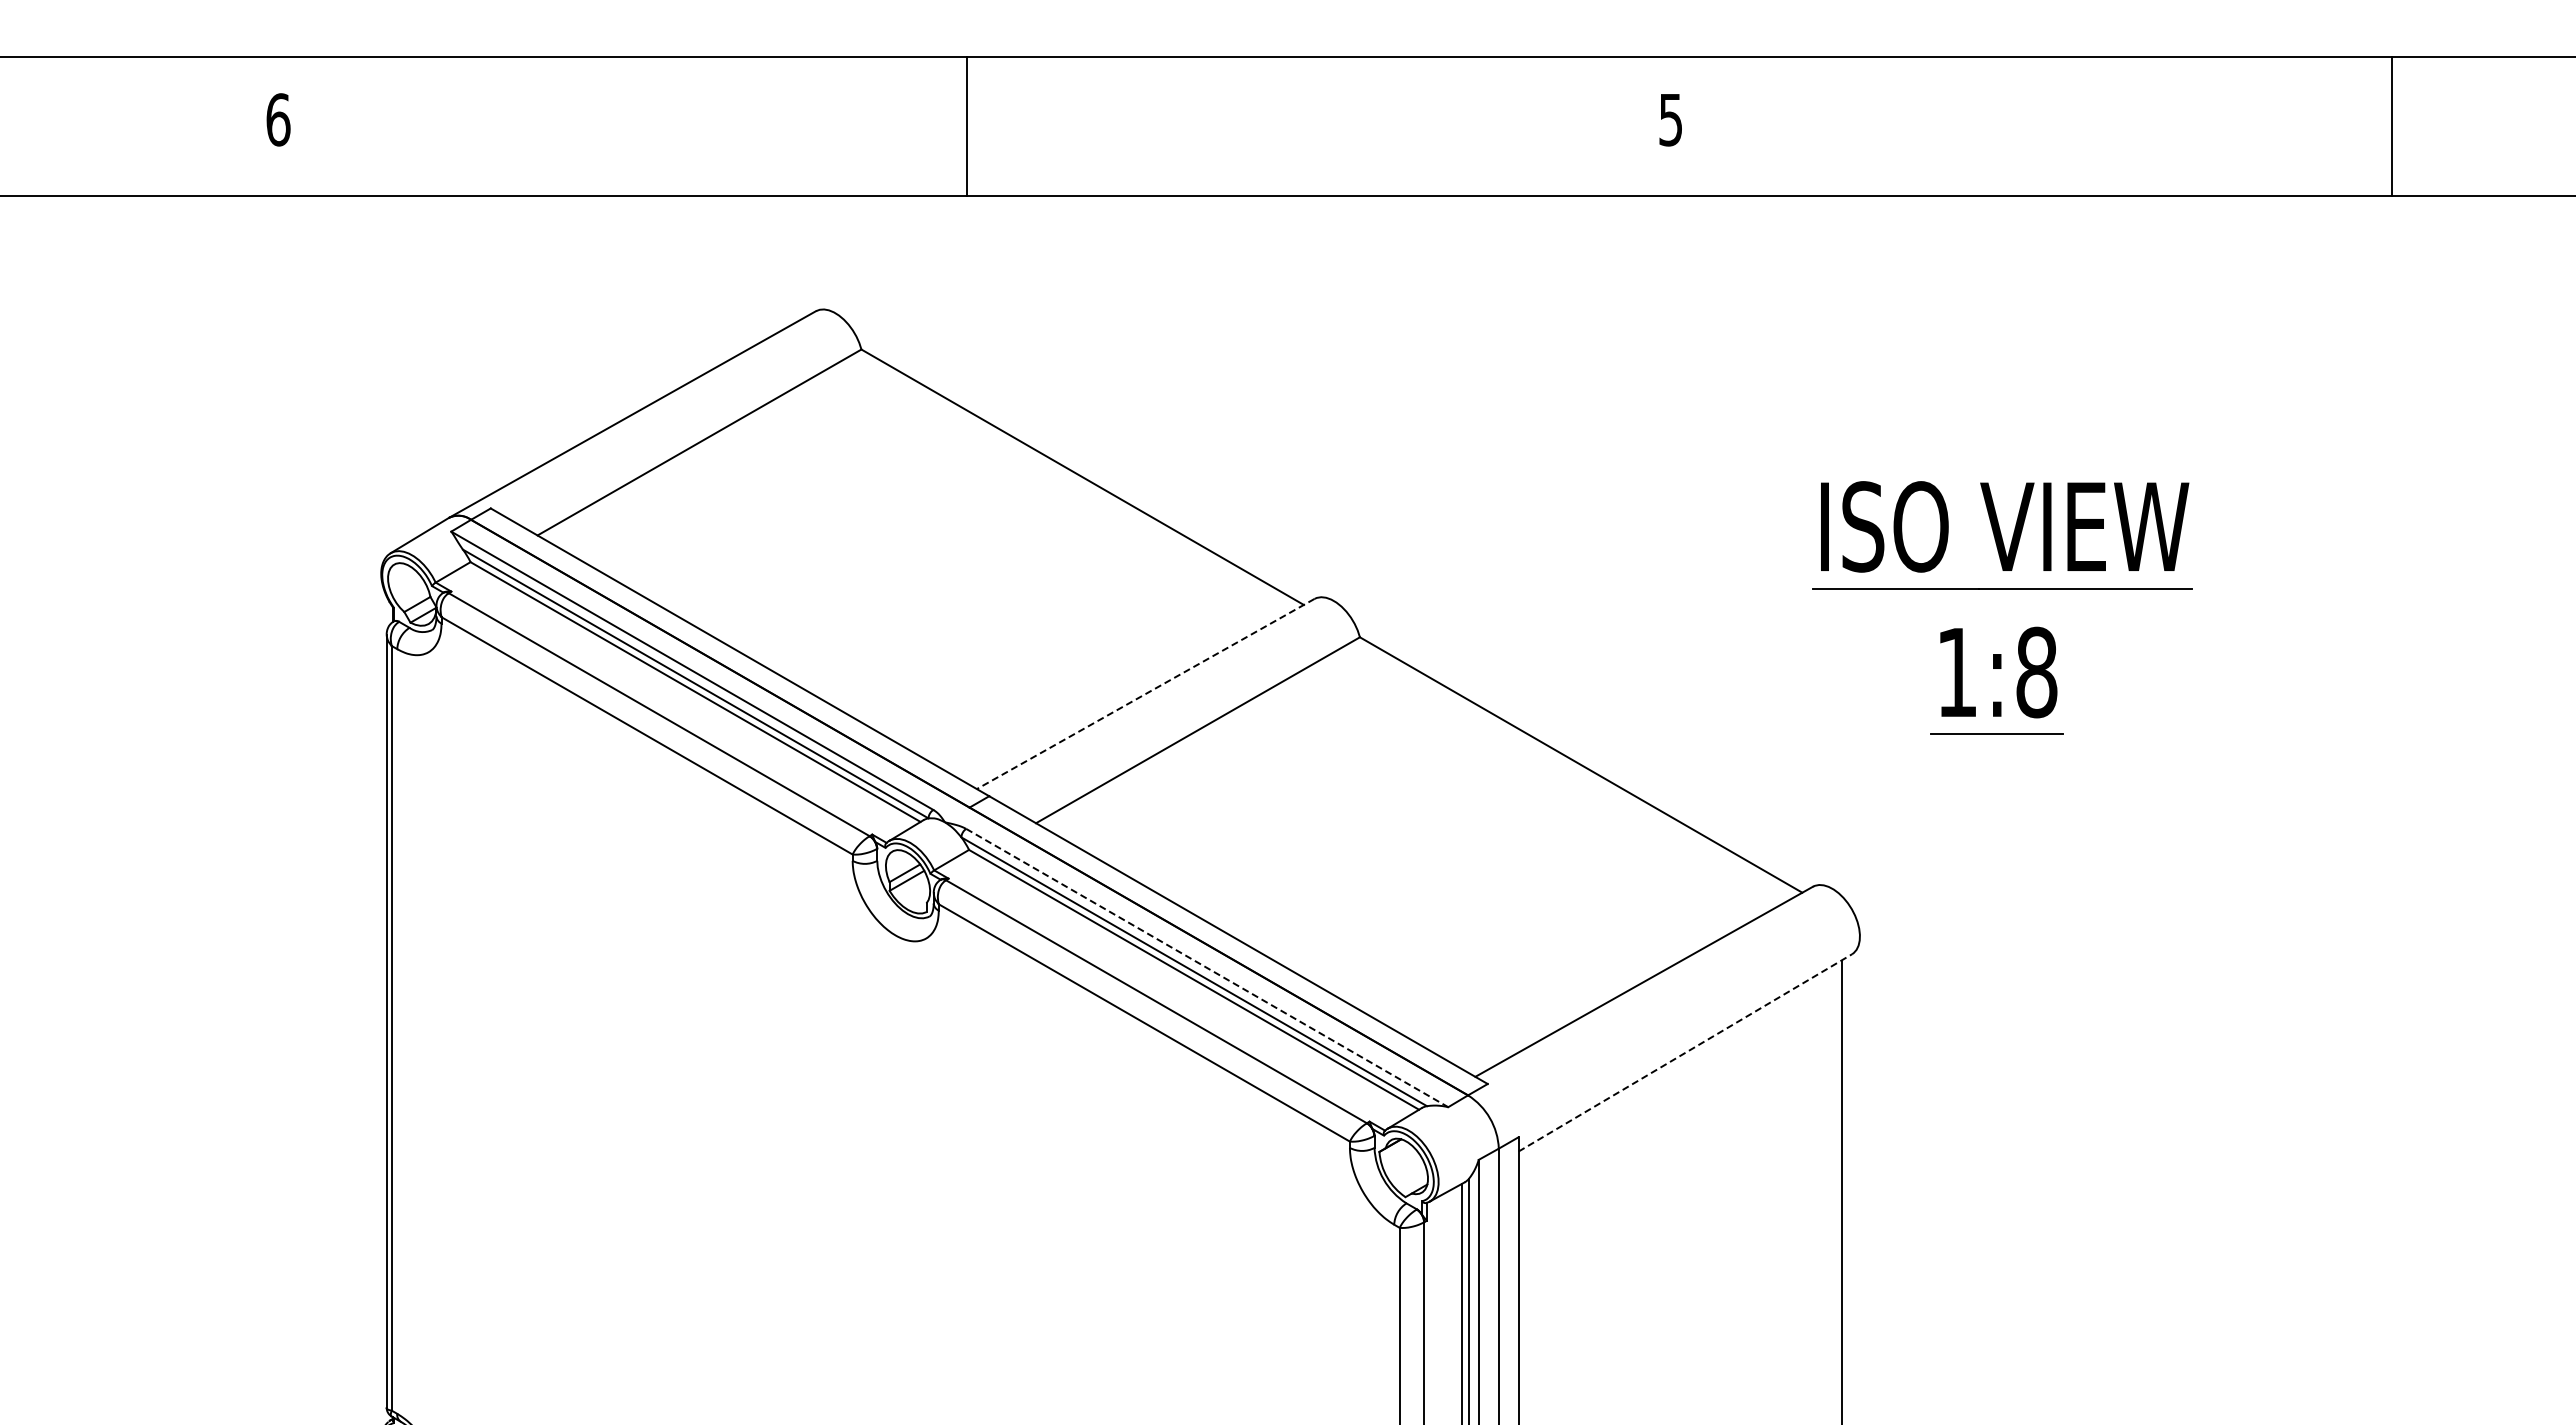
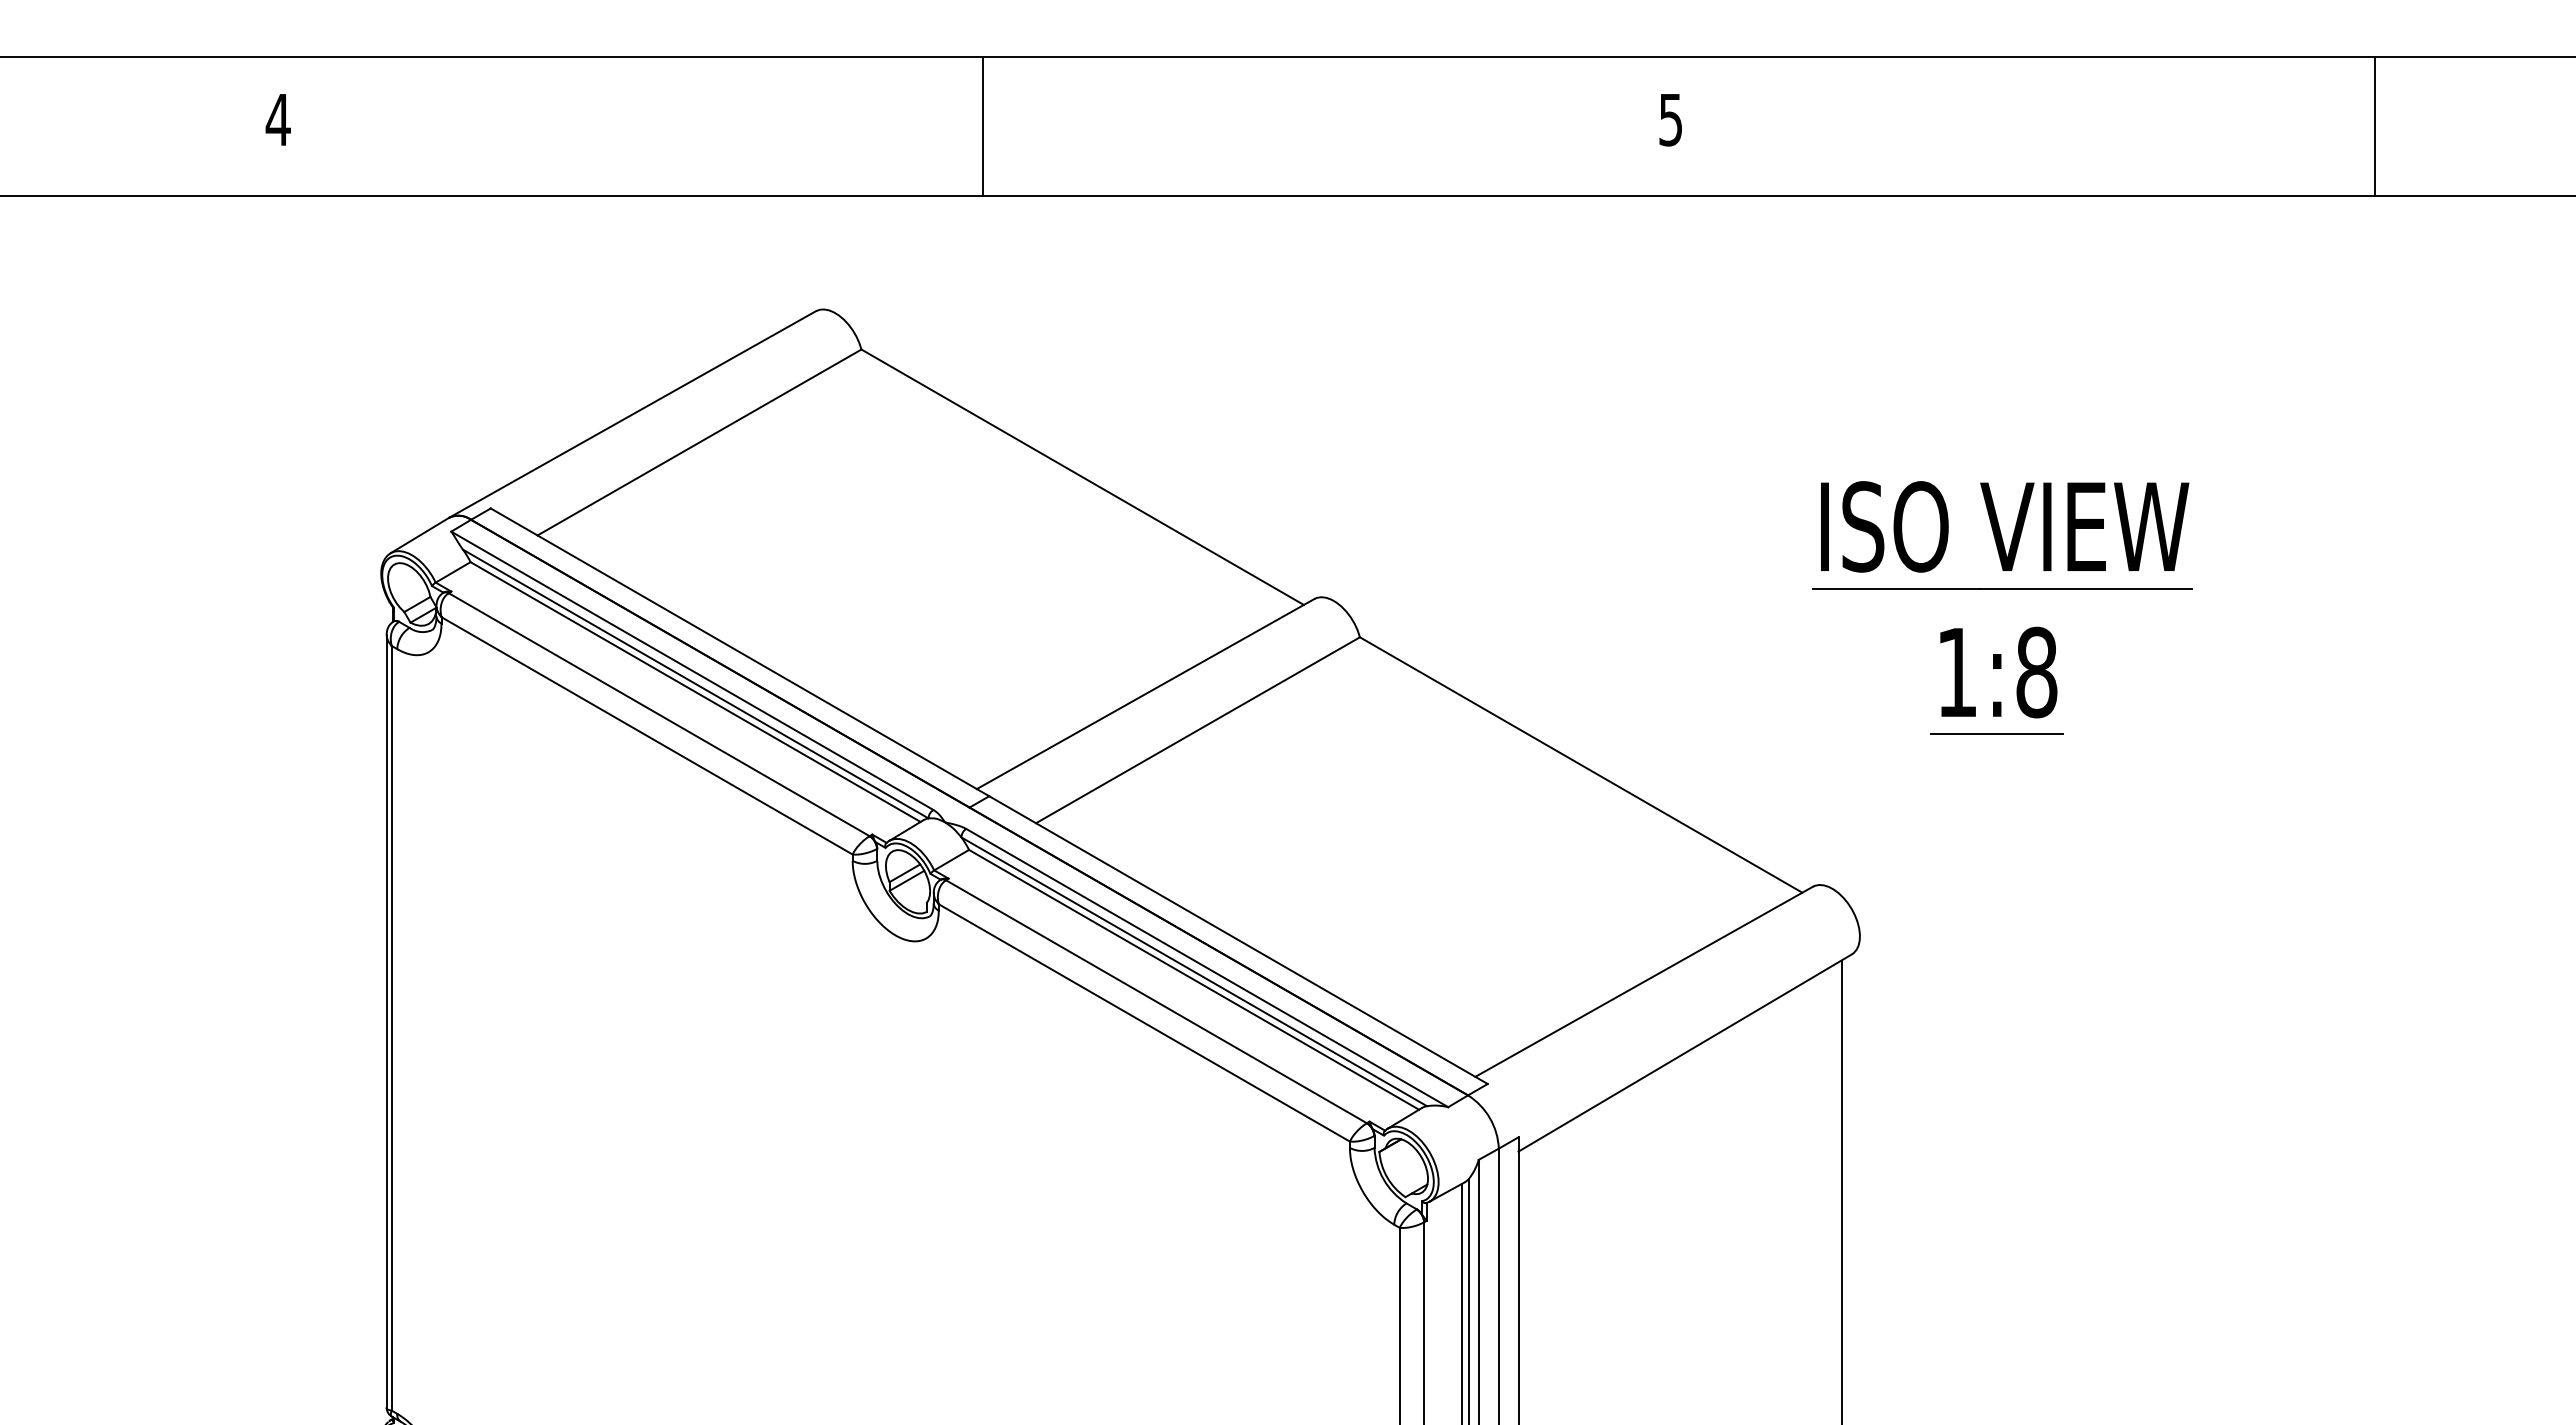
text at (277, 119): 6 -> 4
line at (966, 126) position: (966, 126) -> (982, 126)
line at (2392, 126) position: (2392, 126) -> (2375, 126)
line at (1145, 694): dashed -> solid
line at (1207, 968): dashed -> solid
line at (1685, 1052): dashed -> solid
